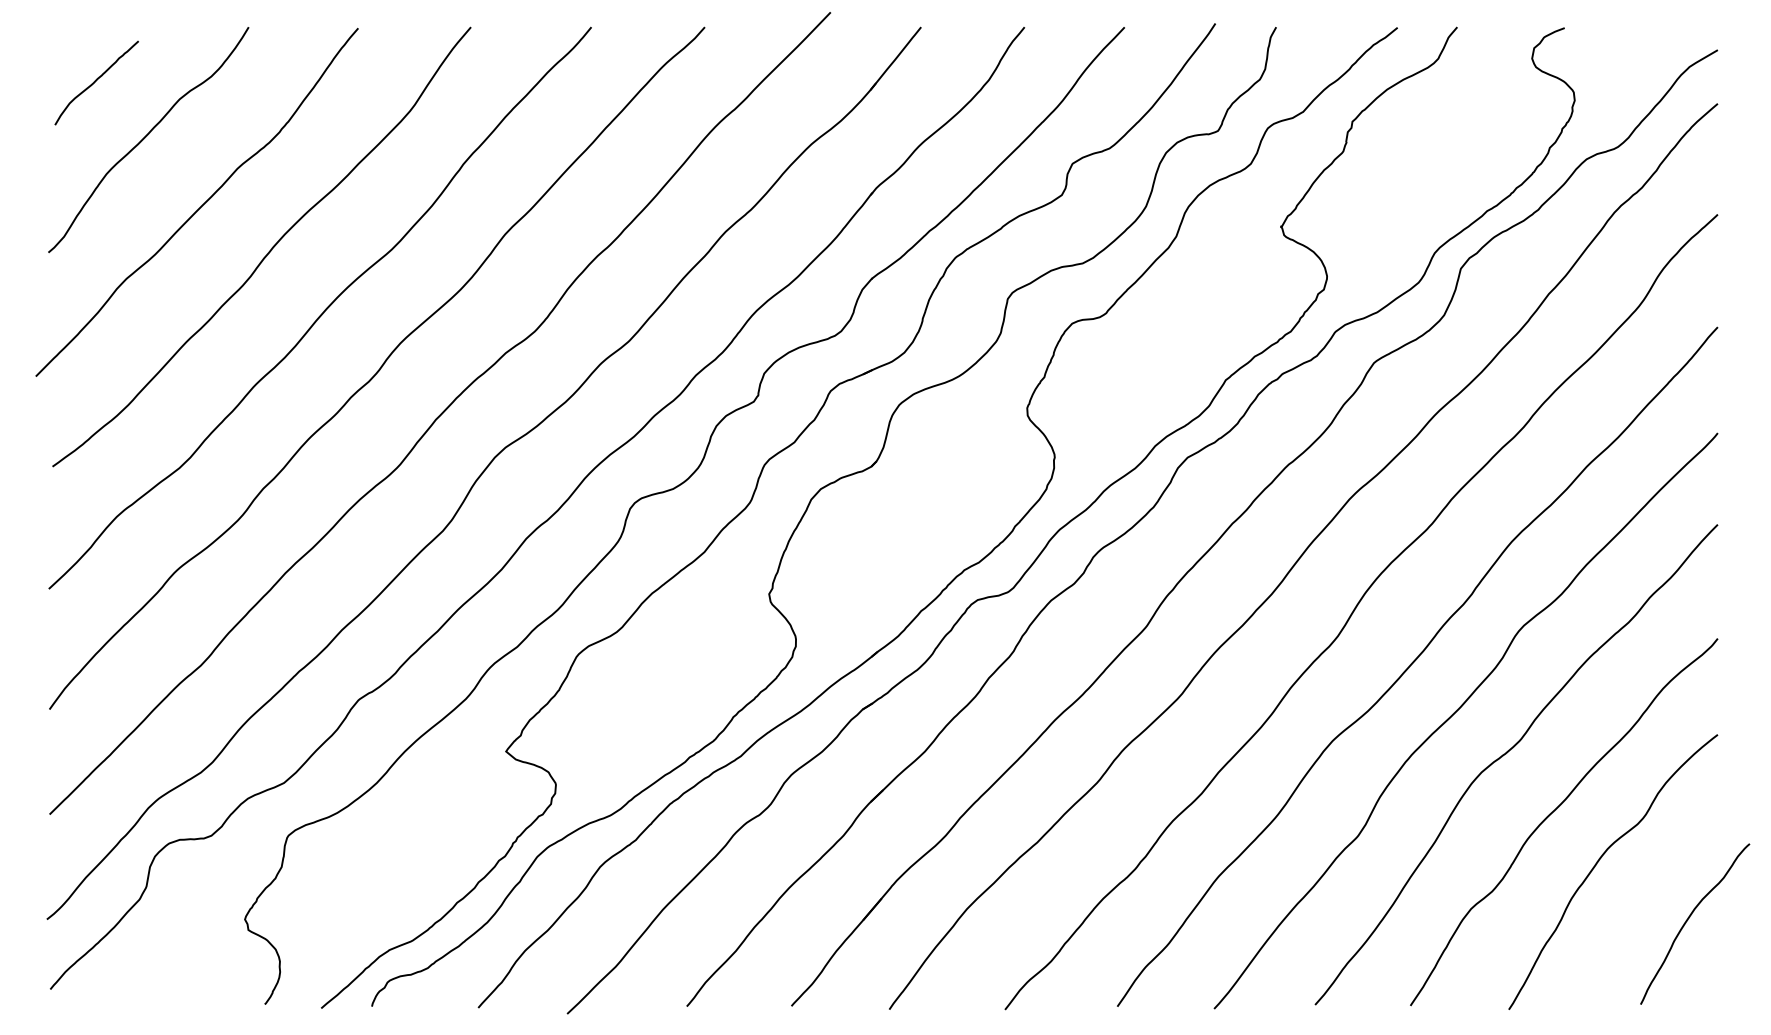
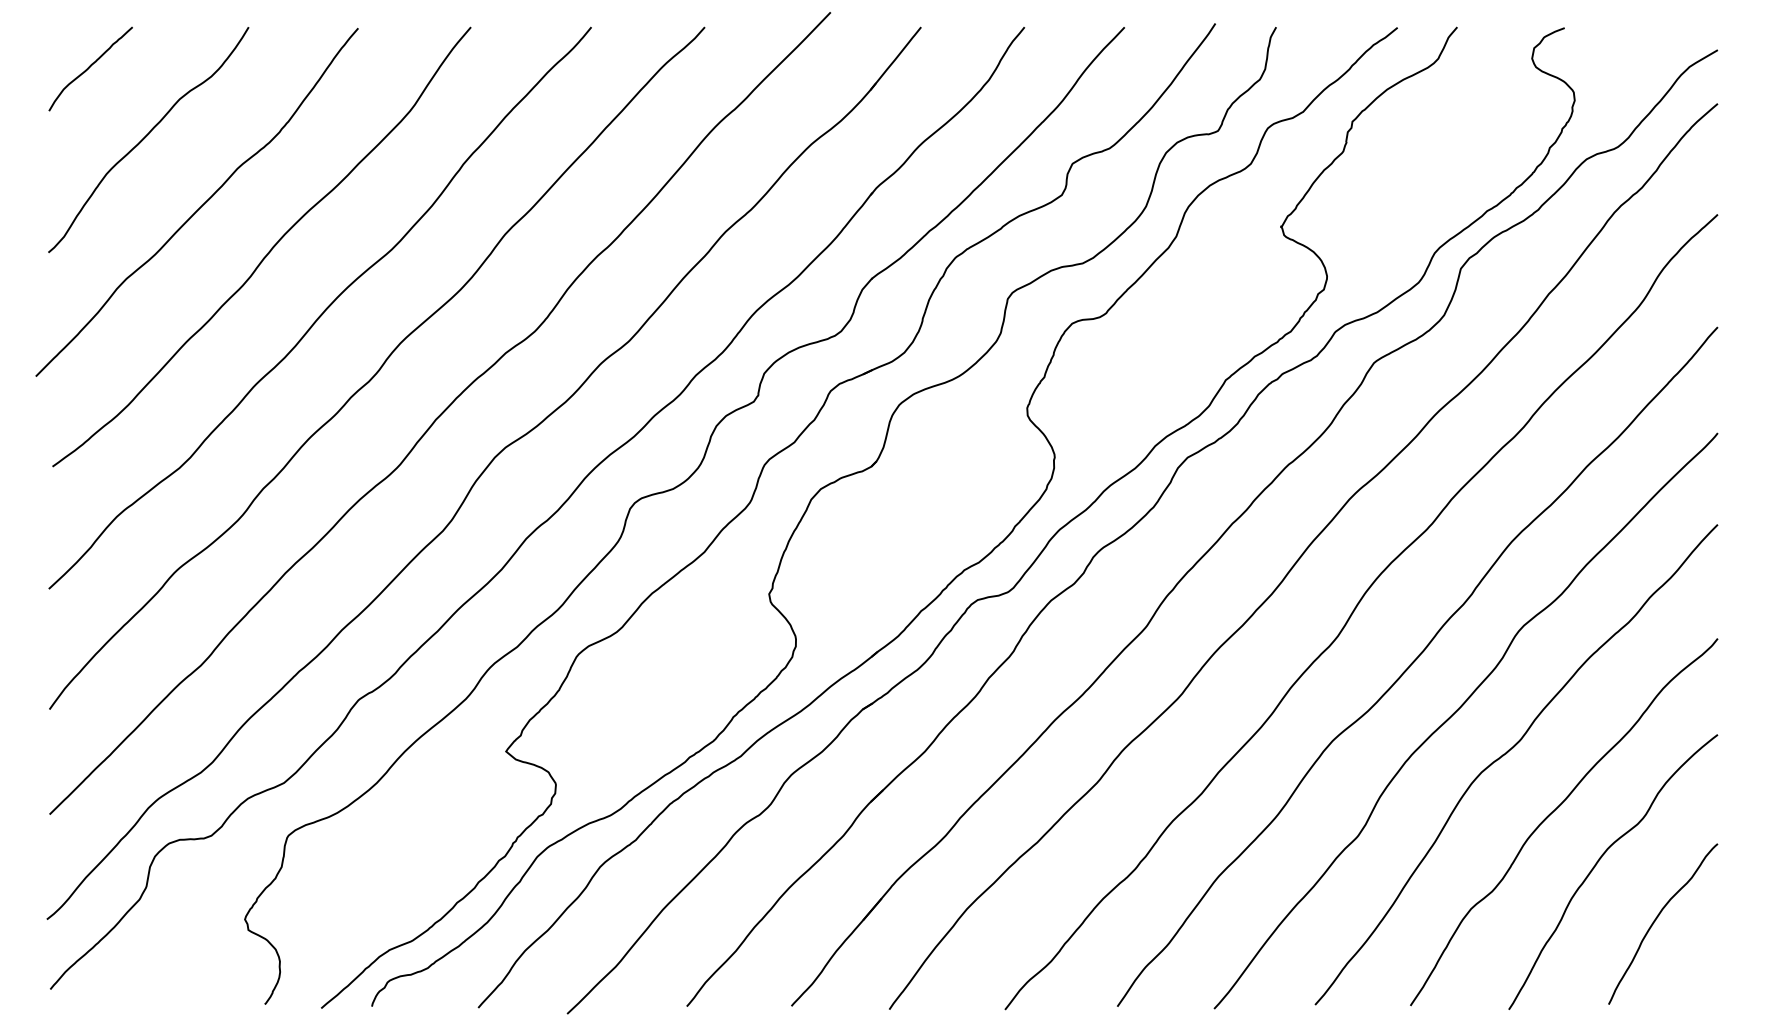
curve at (96, 81) position: (96, 81) -> (90, 67)
curve at (1688, 920) position: (1688, 920) -> (1656, 920)
